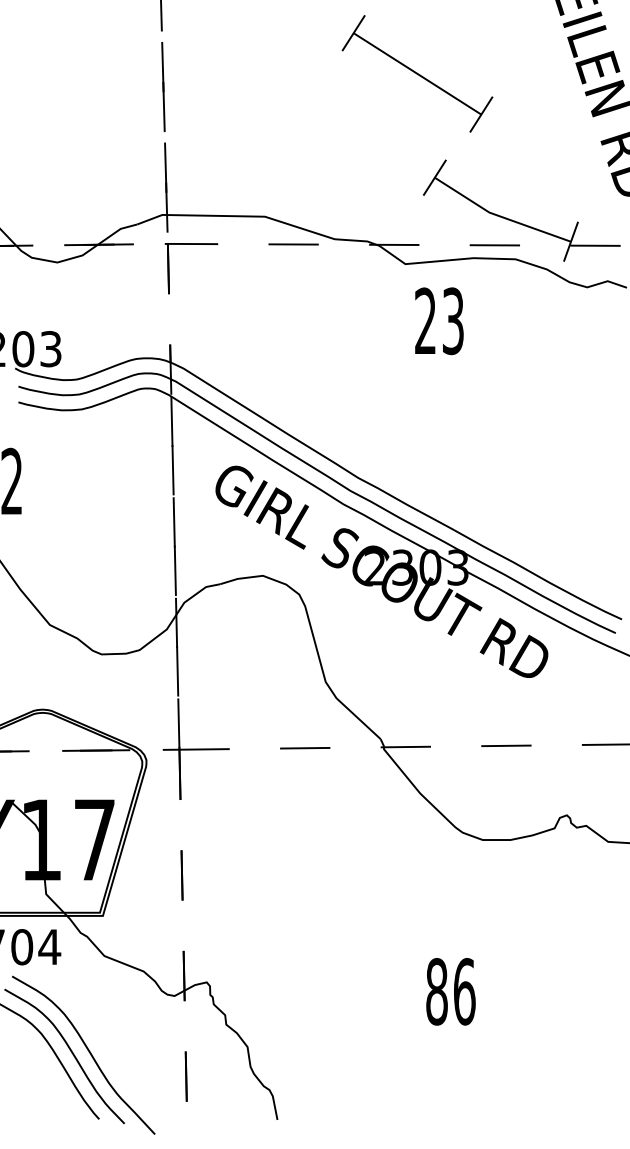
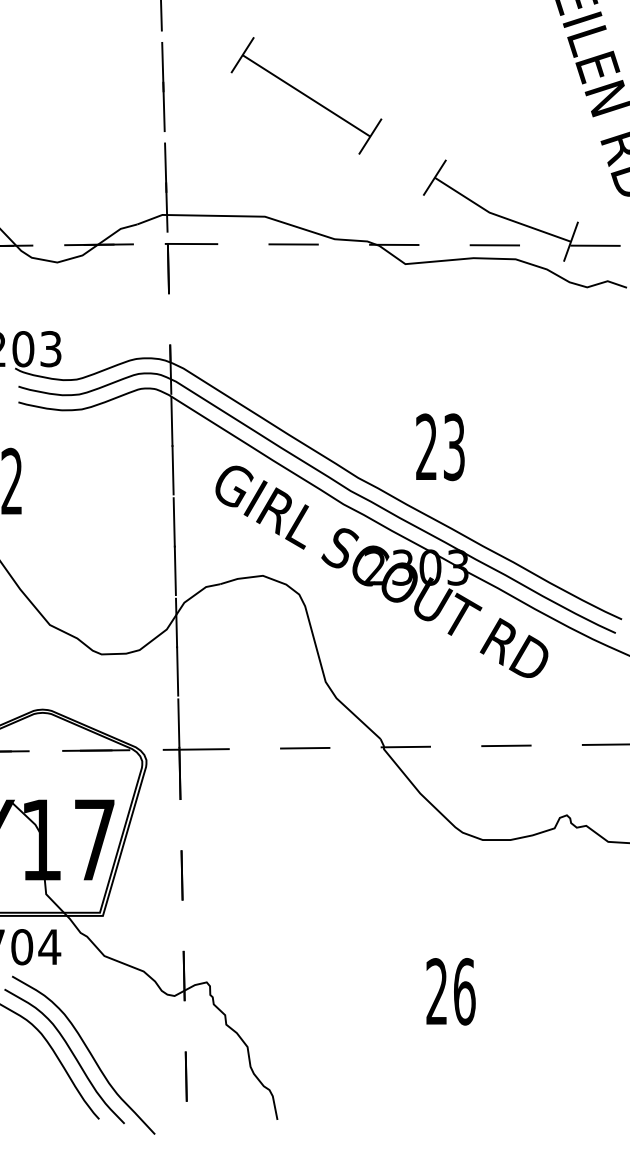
part at (417, 73) position: (417, 73) -> (306, 95)
text at (439, 321) position: (439, 321) -> (440, 447)
text at (436, 991): 86 -> 26
